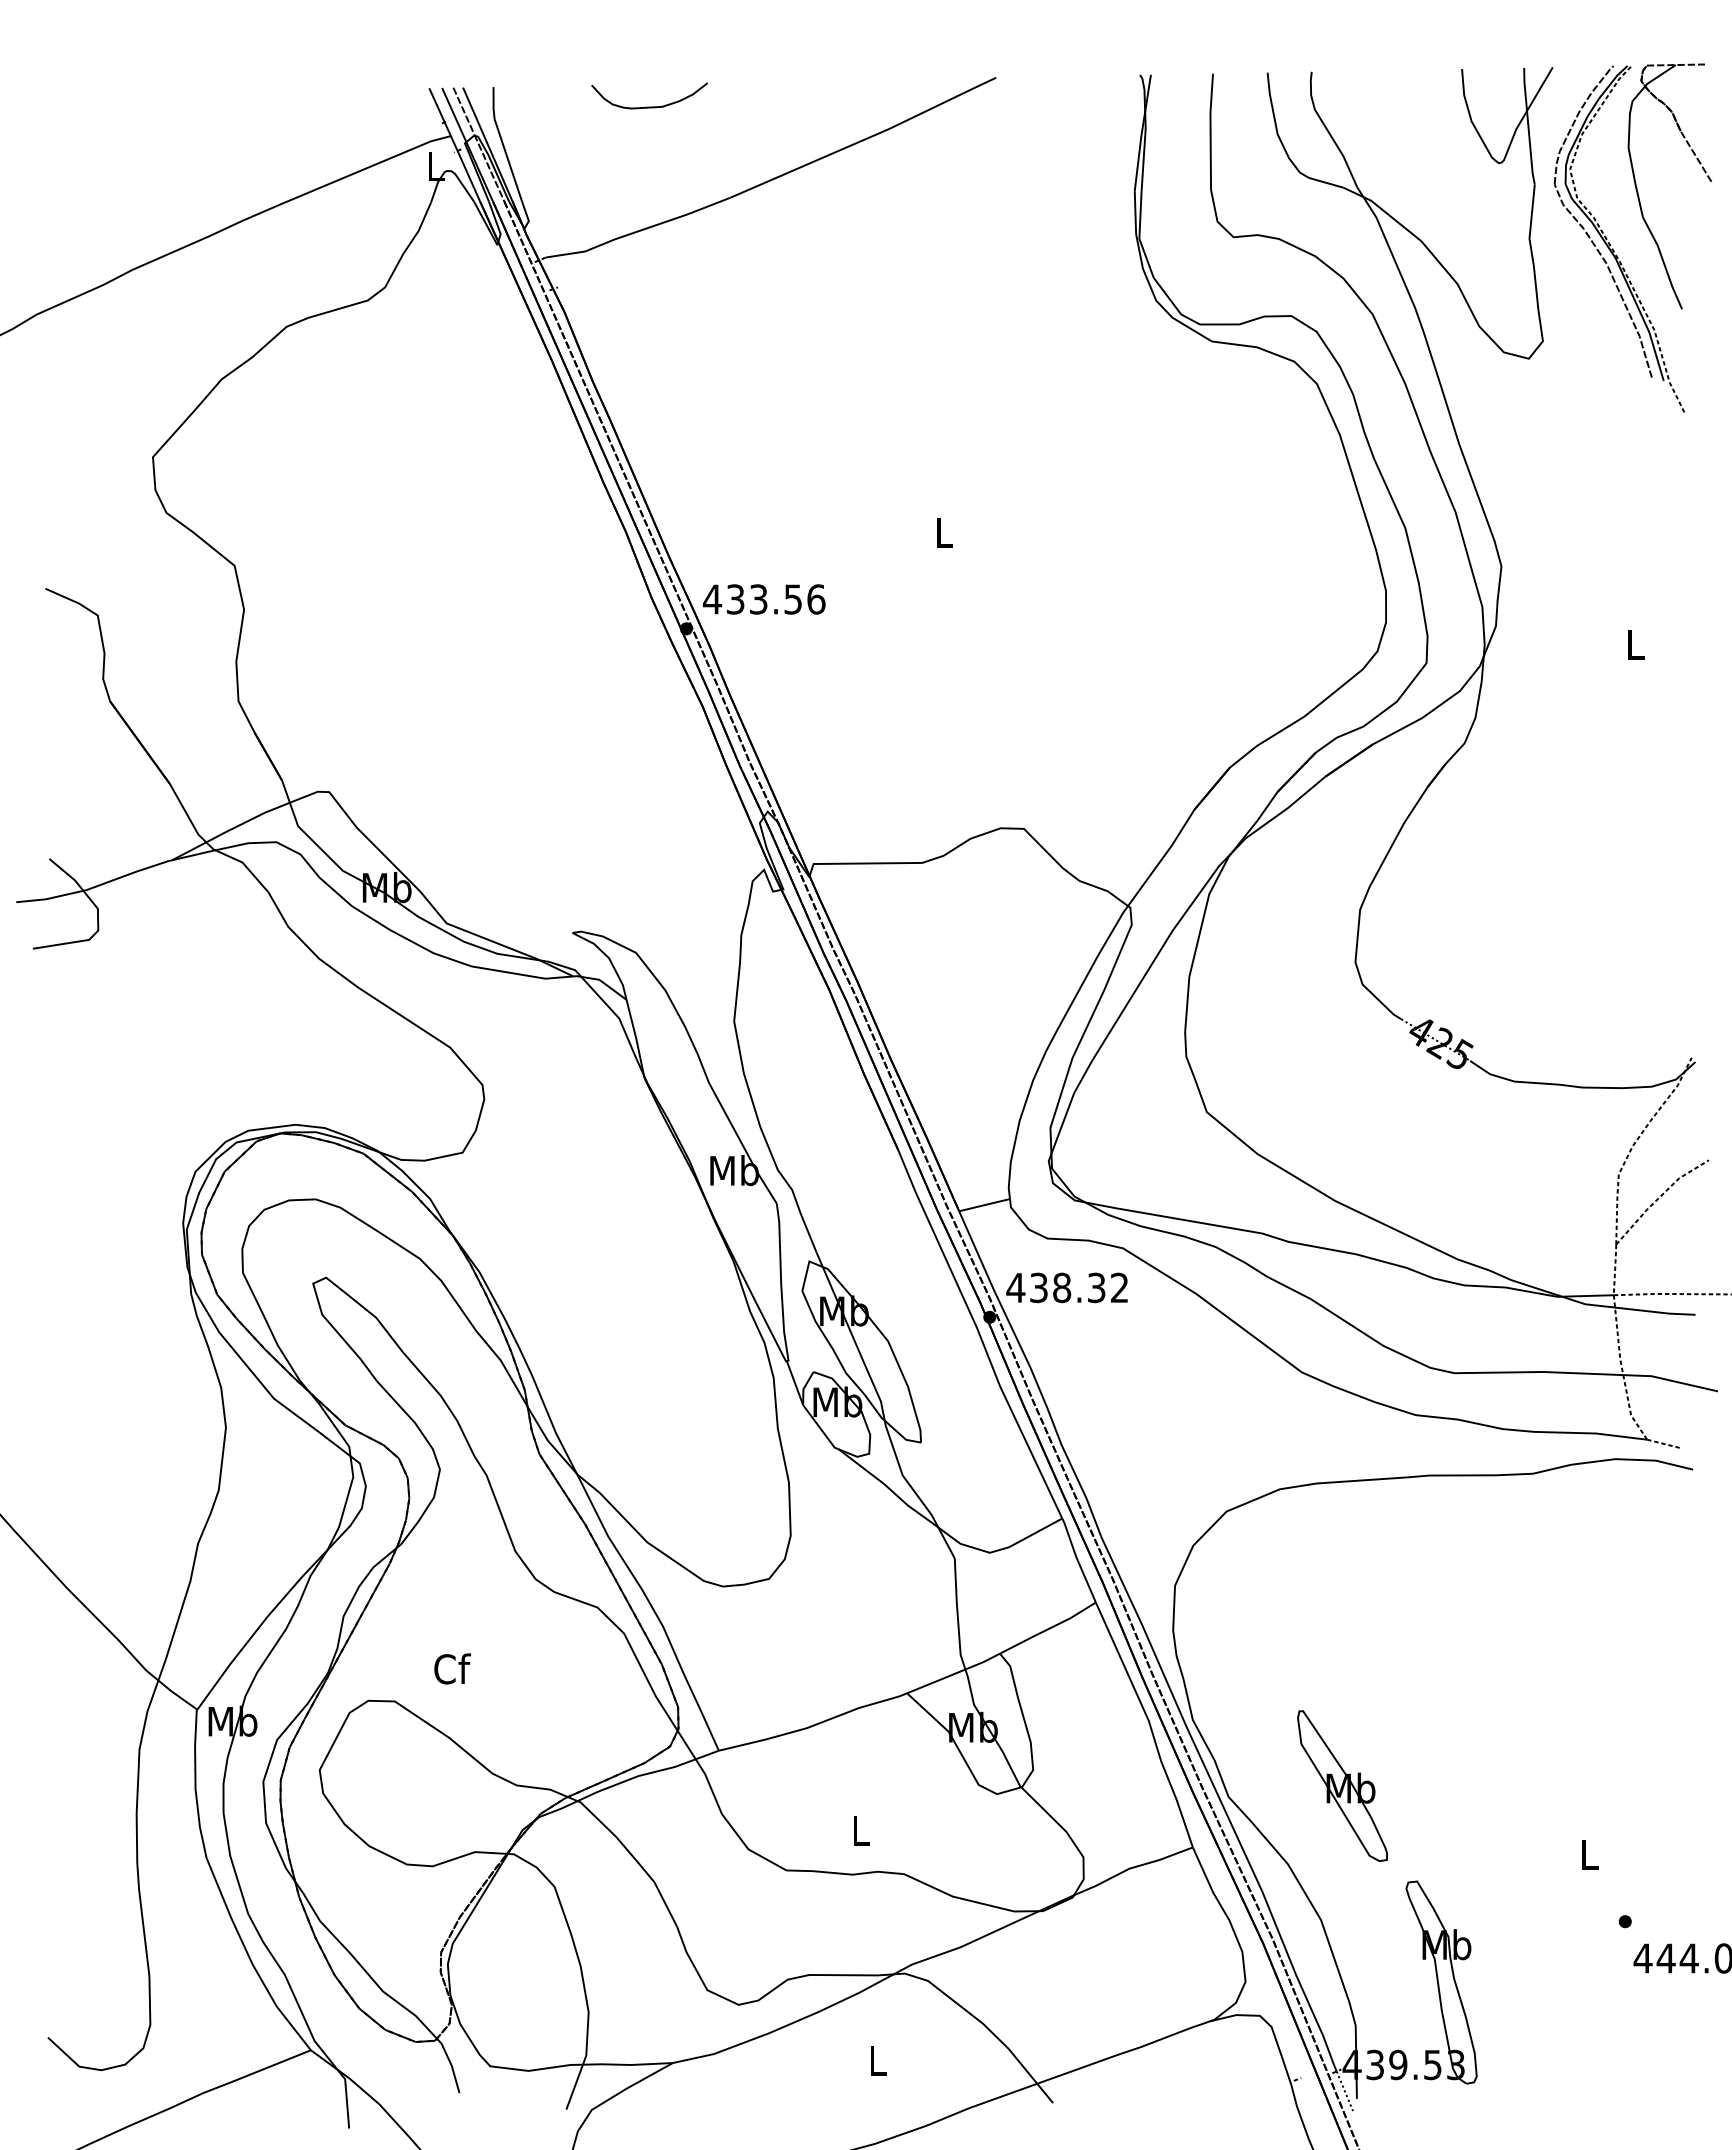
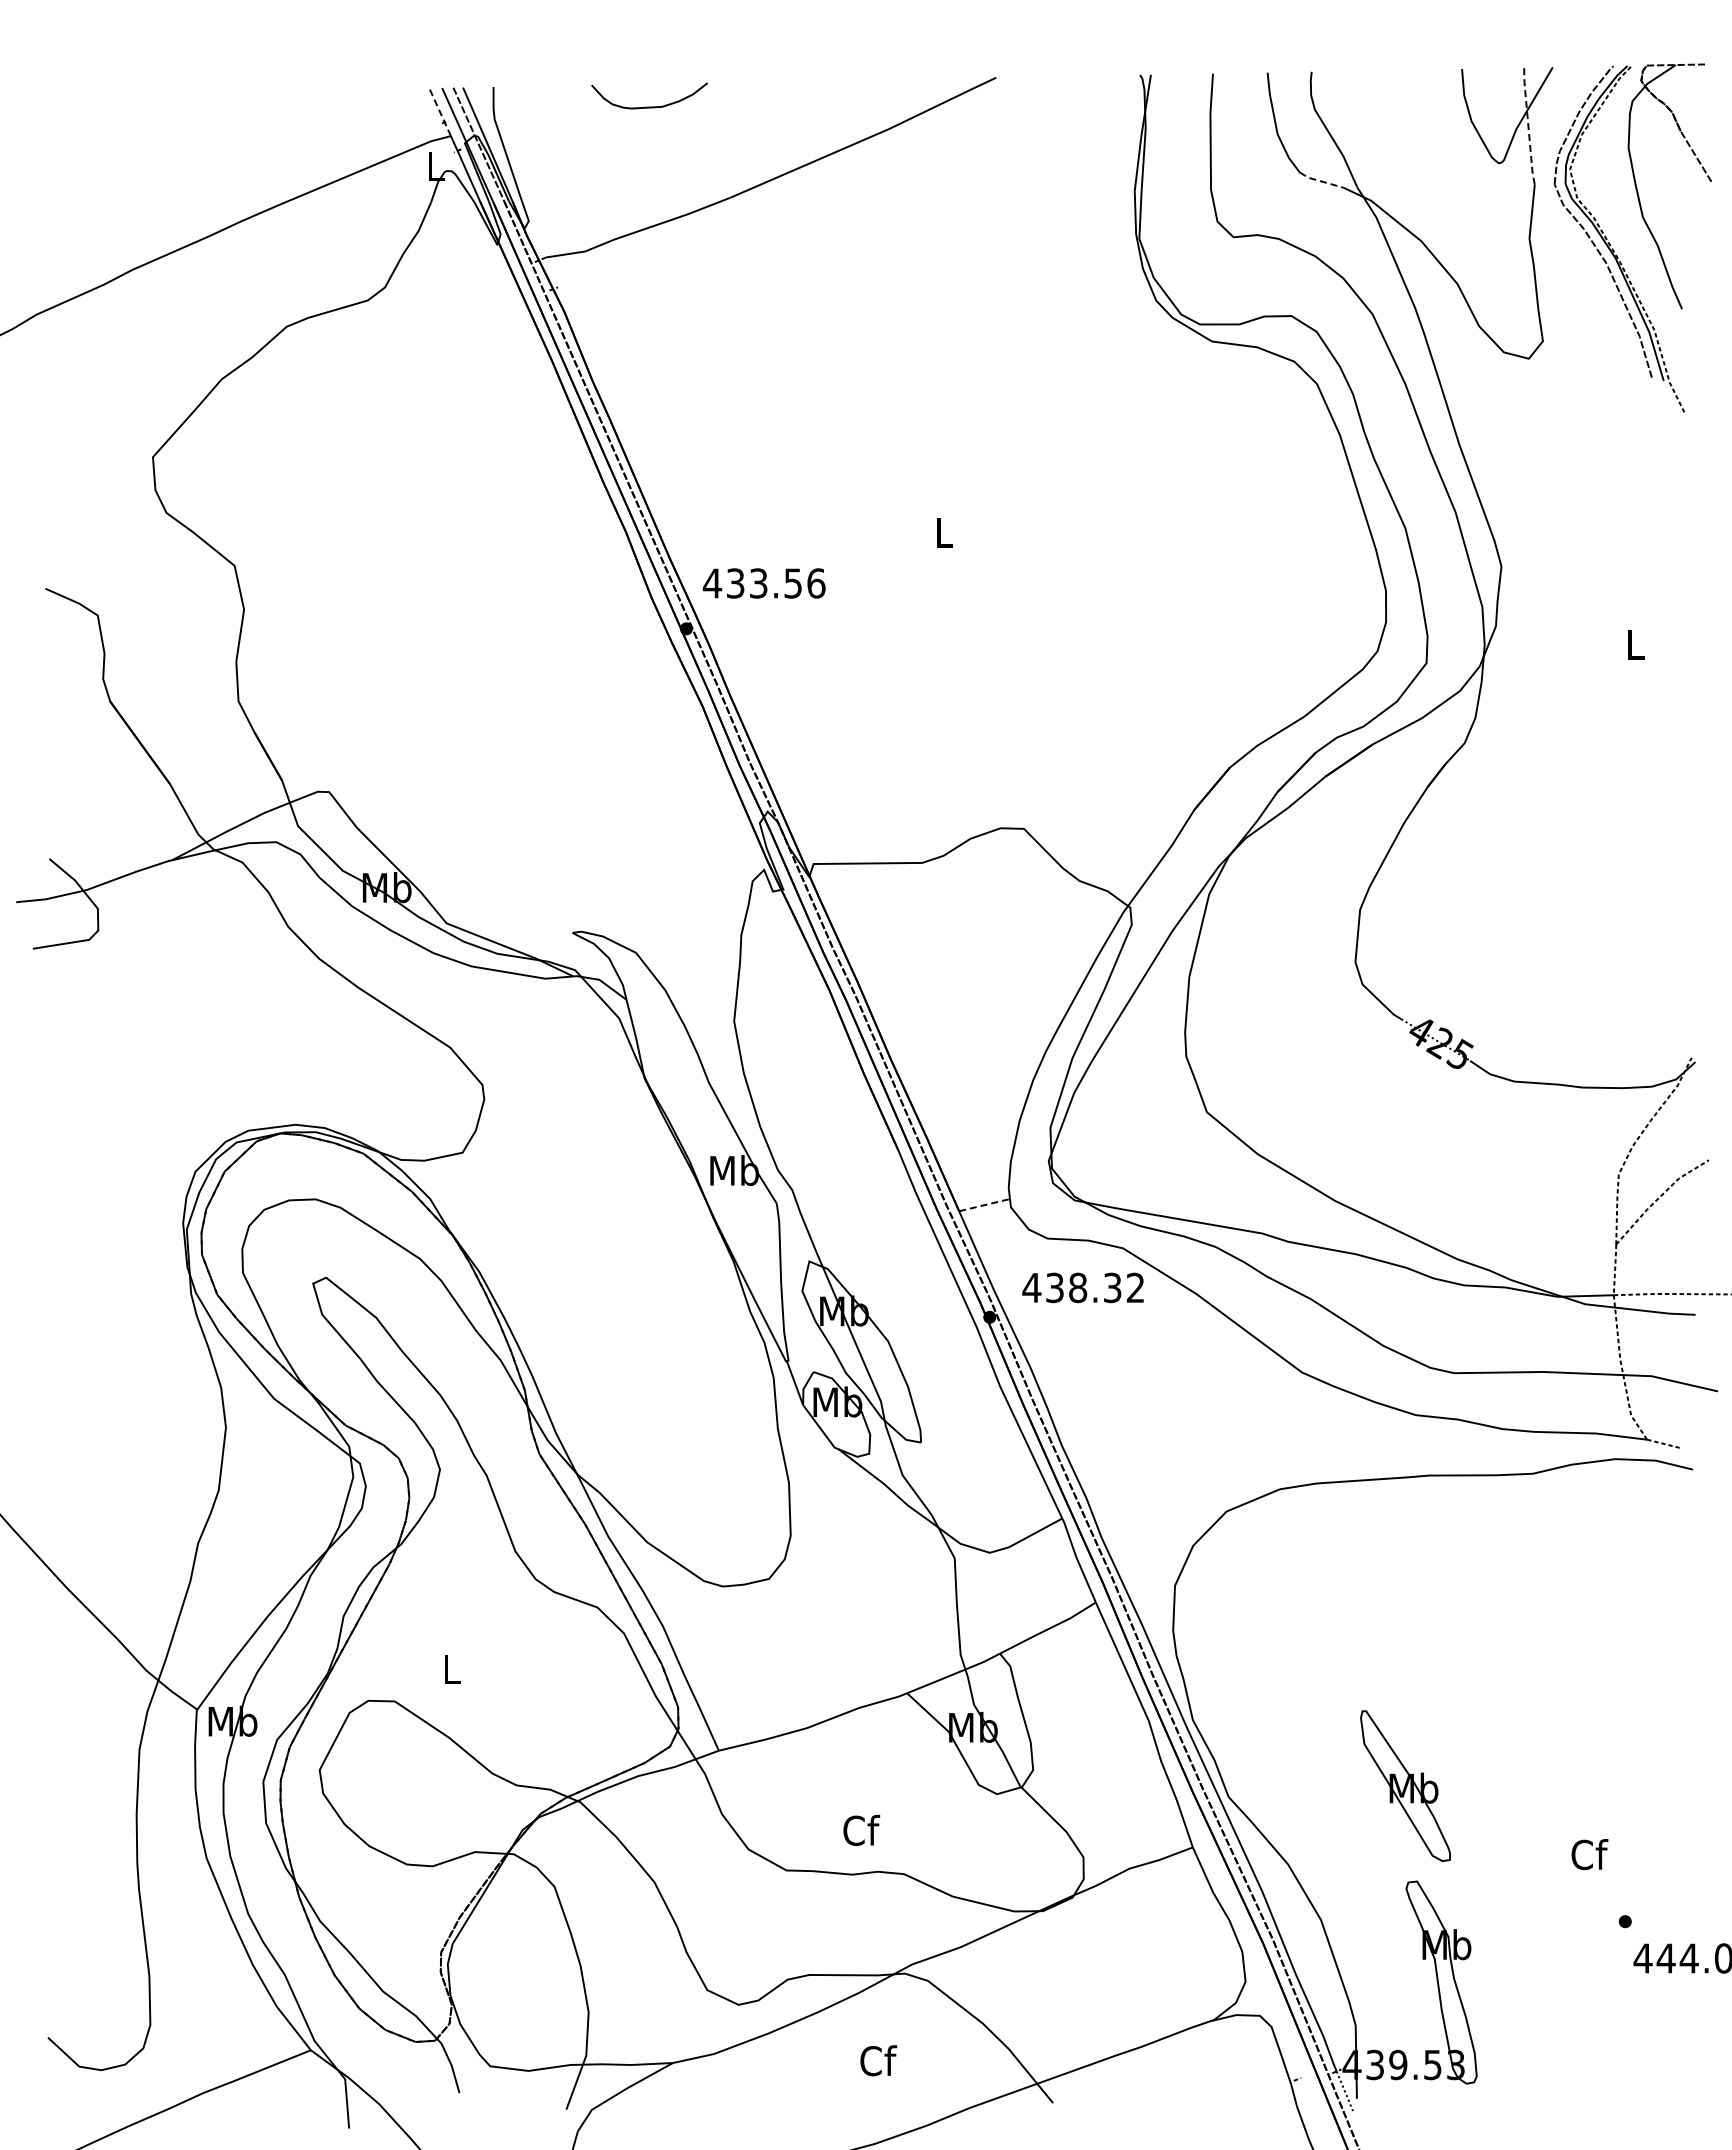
line at (439, 111): solid -> dashed
line at (1528, 126): solid -> dashed
line at (1321, 181): solid -> dashed
text at (764, 599) position: (764, 599) -> (764, 583)
line at (985, 1205): solid -> dashed
text at (1066, 1287) position: (1066, 1287) -> (1082, 1287)
text at (452, 1668): Cf -> L
part at (1342, 1785) position: (1342, 1785) -> (1405, 1785)
text at (861, 1829): L -> Cf
text at (1589, 1854): L -> Cf
text at (878, 2060): L -> Cf
